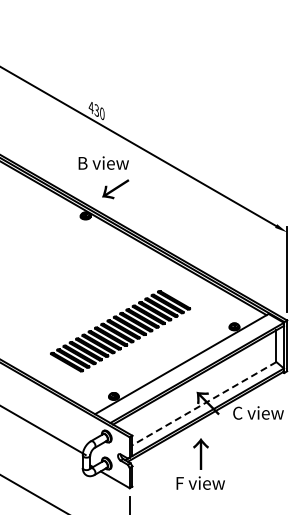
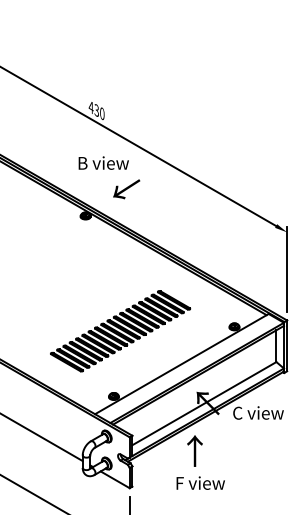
text at (115, 189) position: (115, 189) -> (126, 189)
line at (204, 403): dashed -> solid
line at (43, 430) position: (43, 430) -> (42, 437)
text at (200, 453) position: (200, 453) -> (194, 450)
